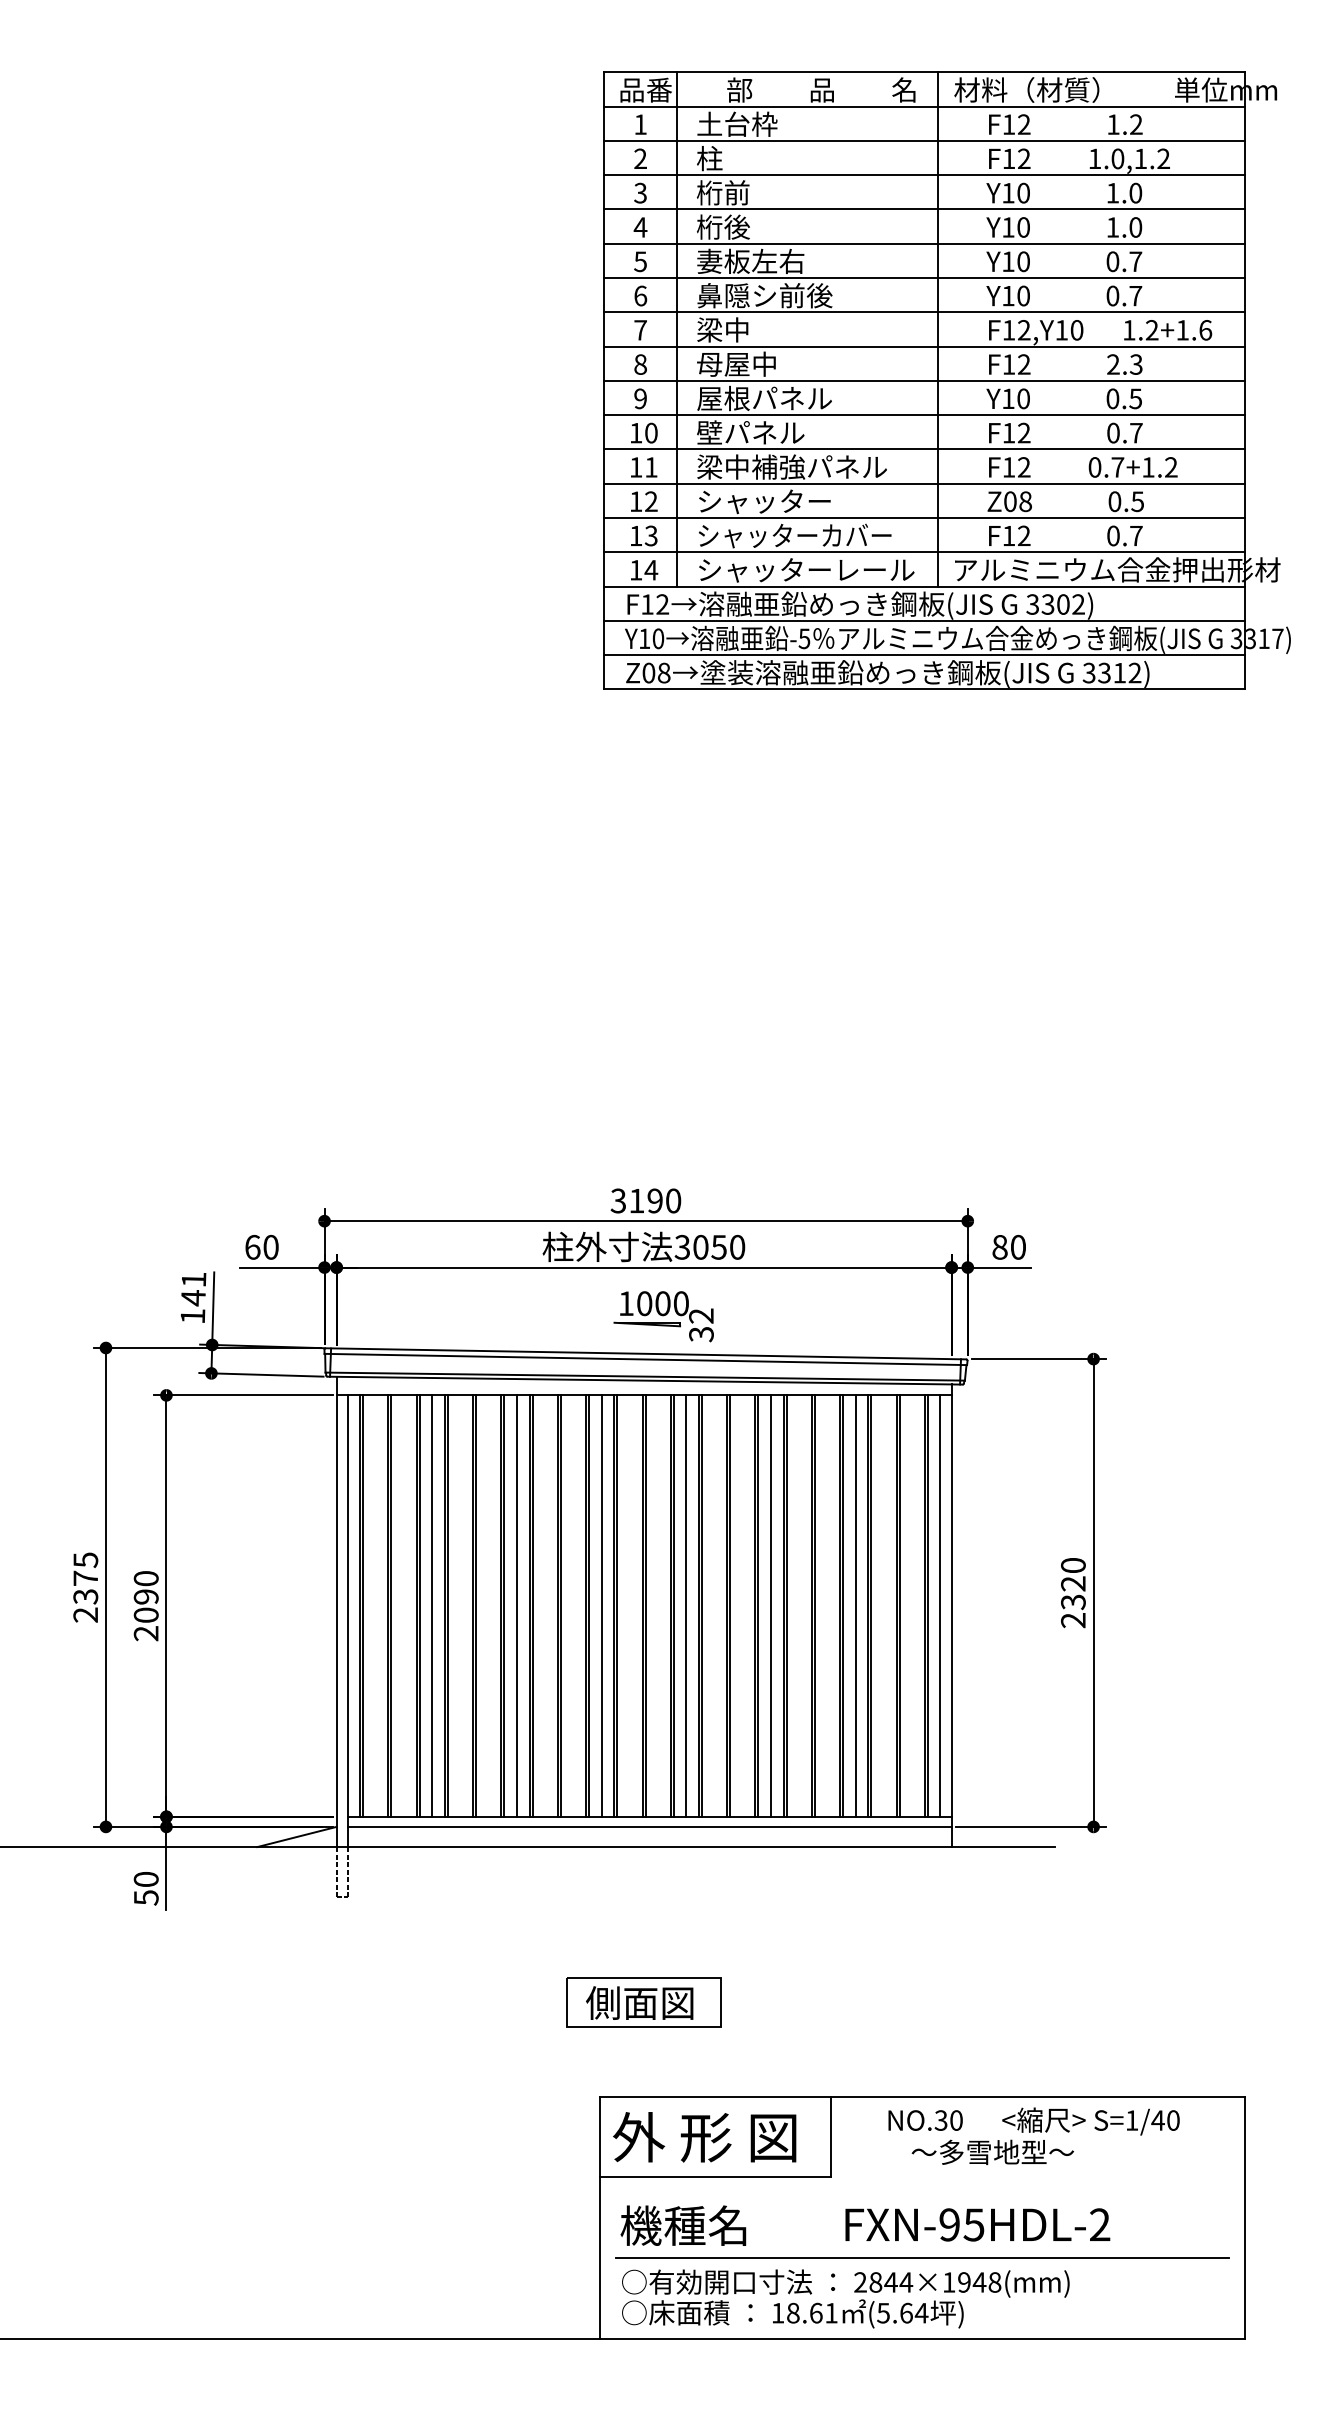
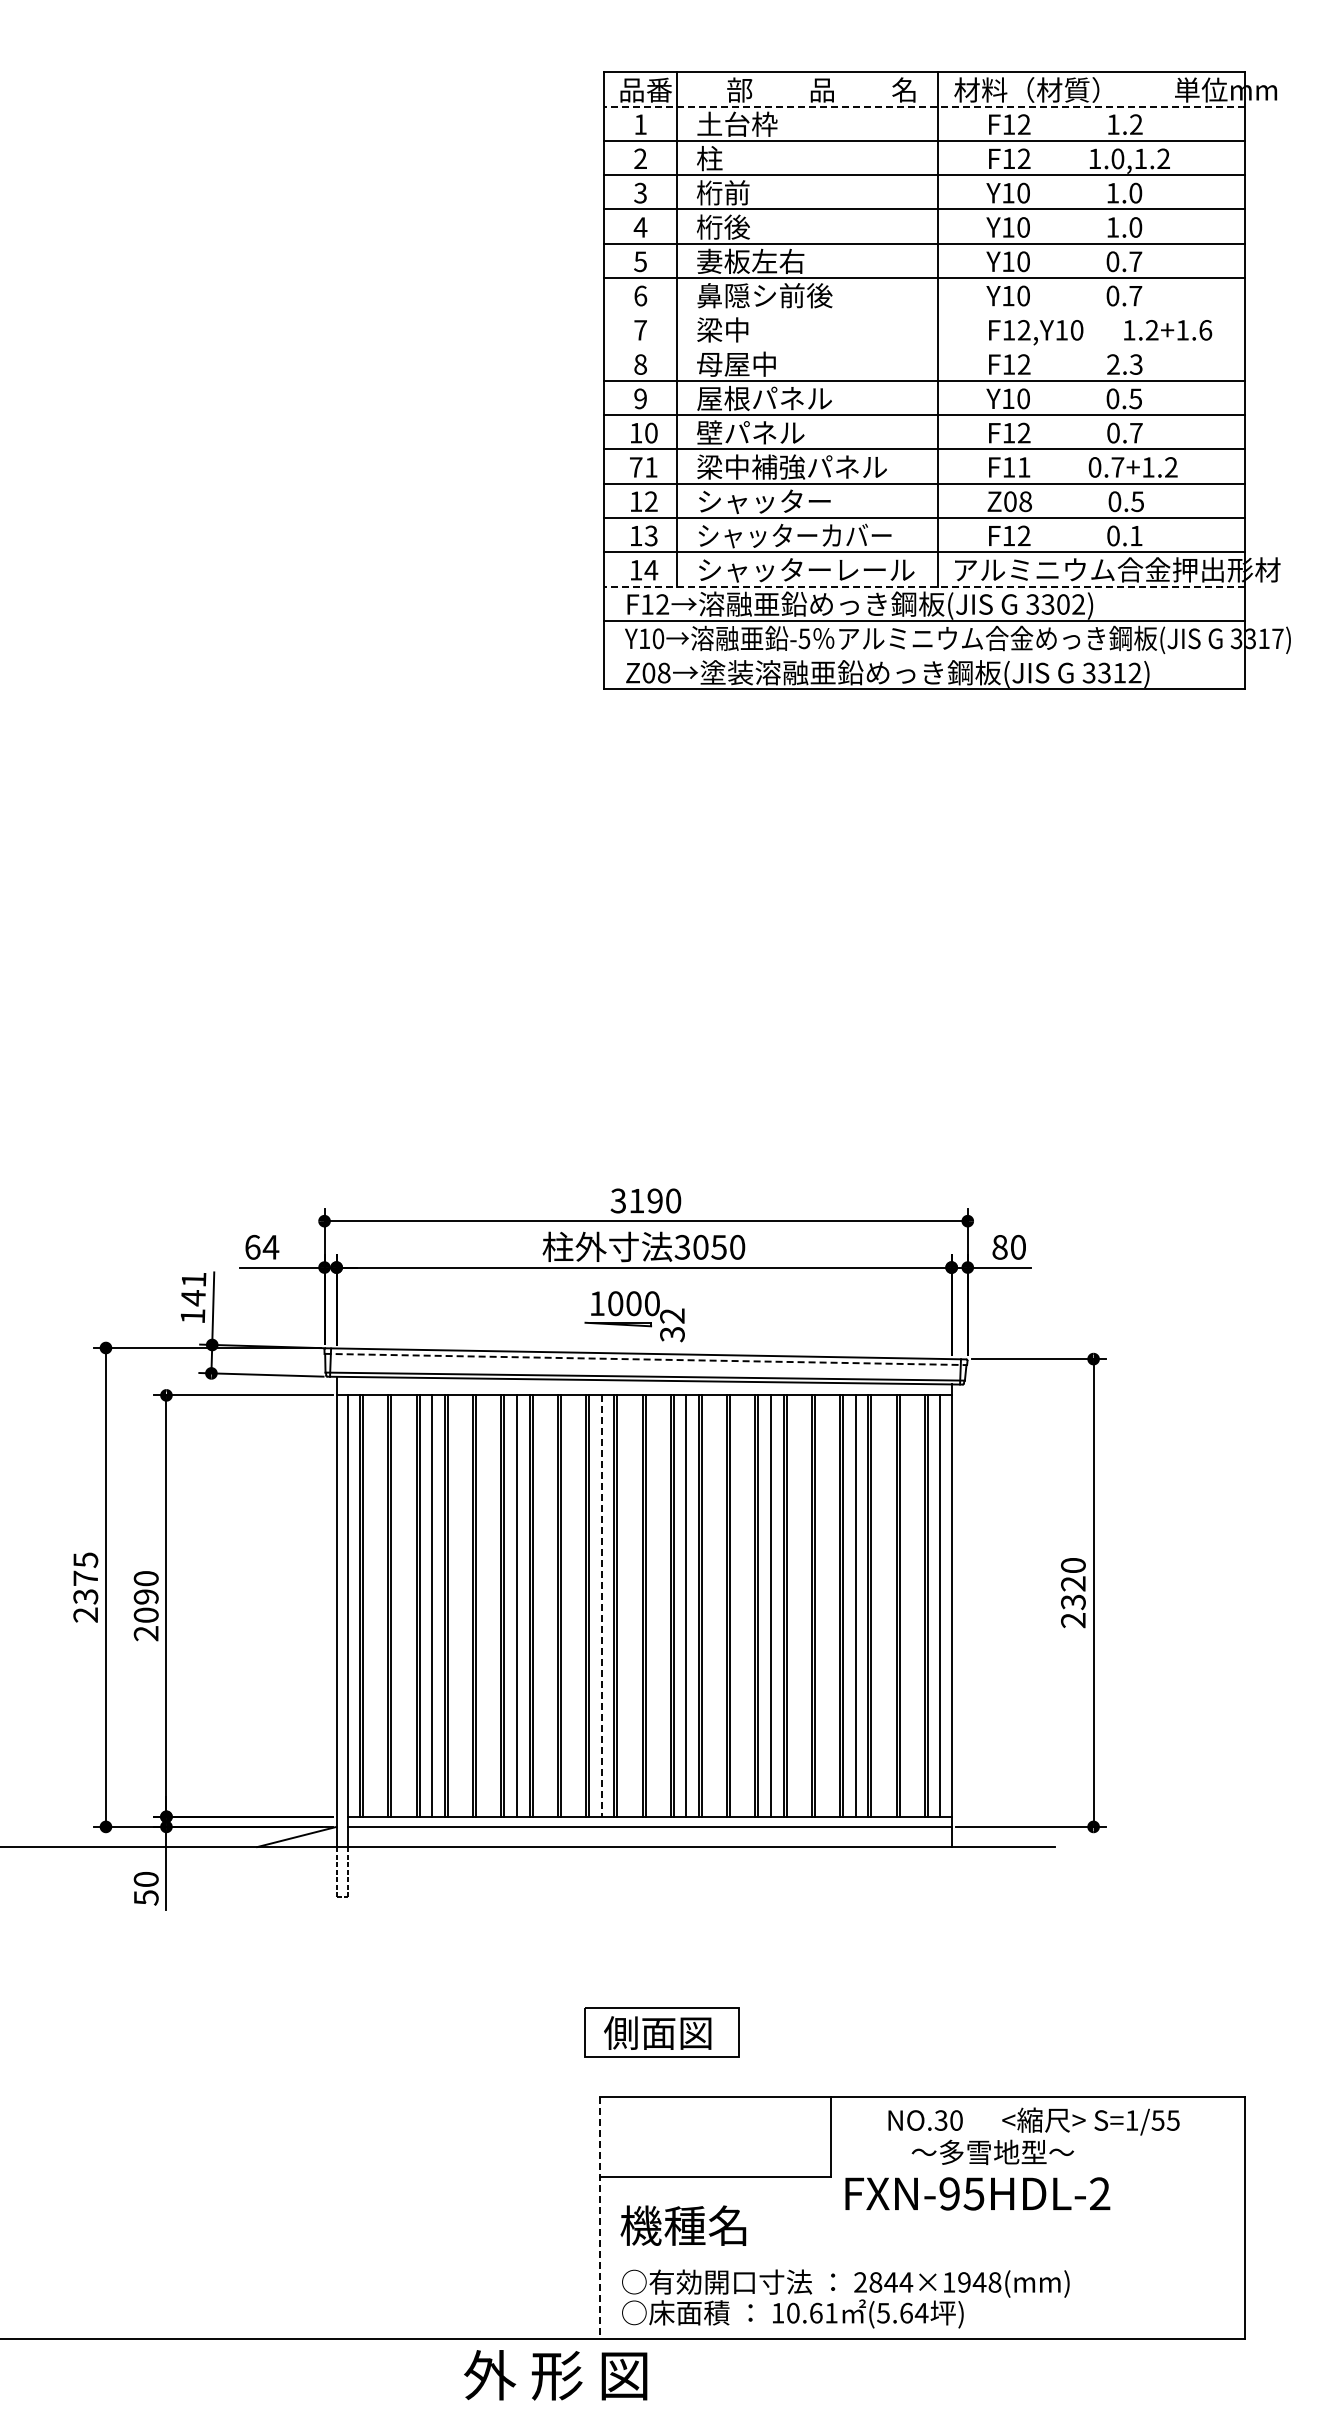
line at (924, 106): solid -> dashed
line at (924, 312): present -> none
line at (924, 346): present -> none
text at (636, 467): 11 -> 71
text at (1024, 467): F12 -> F11
text at (1136, 535): 0.7 -> 0.1
line at (924, 586): solid -> dashed
line at (924, 655): present -> none
text at (270, 1246): 60 -> 64
part at (663, 1316) position: (663, 1316) -> (634, 1316)
line at (646, 1359): solid -> dashed
line at (601, 1606): solid -> dashed
part at (643, 2002) position: (643, 2002) -> (661, 2032)
text at (1165, 2120): S=1/40 -> S=1/55
text at (704, 2137) position: (704, 2137) -> (555, 2375)
line at (600, 2217): solid -> dashed
text at (977, 2224) position: (977, 2224) -> (977, 2193)
line at (922, 2257): present -> none
text at (793, 2313): 18.61 -> 10.61
